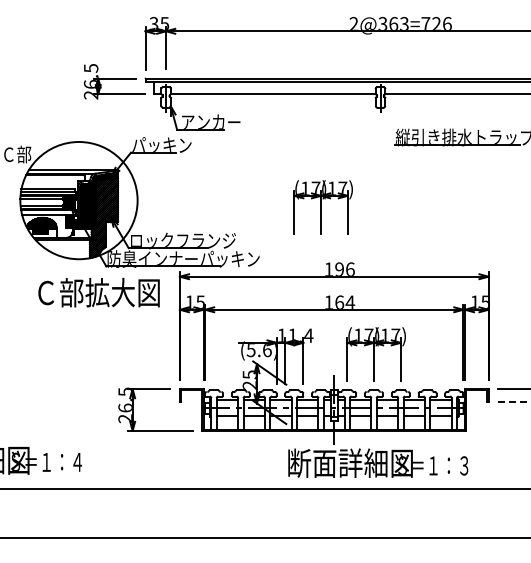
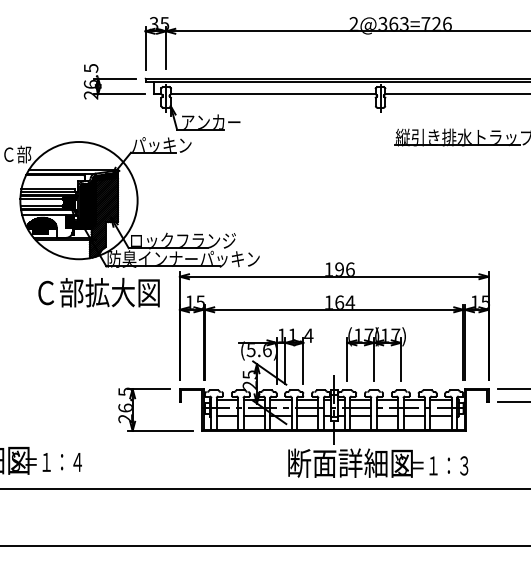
part at (322, 207): present -> none
line at (514, 401): dashed -> solid
line at (264, 538) position: (264, 538) -> (264, 546)
